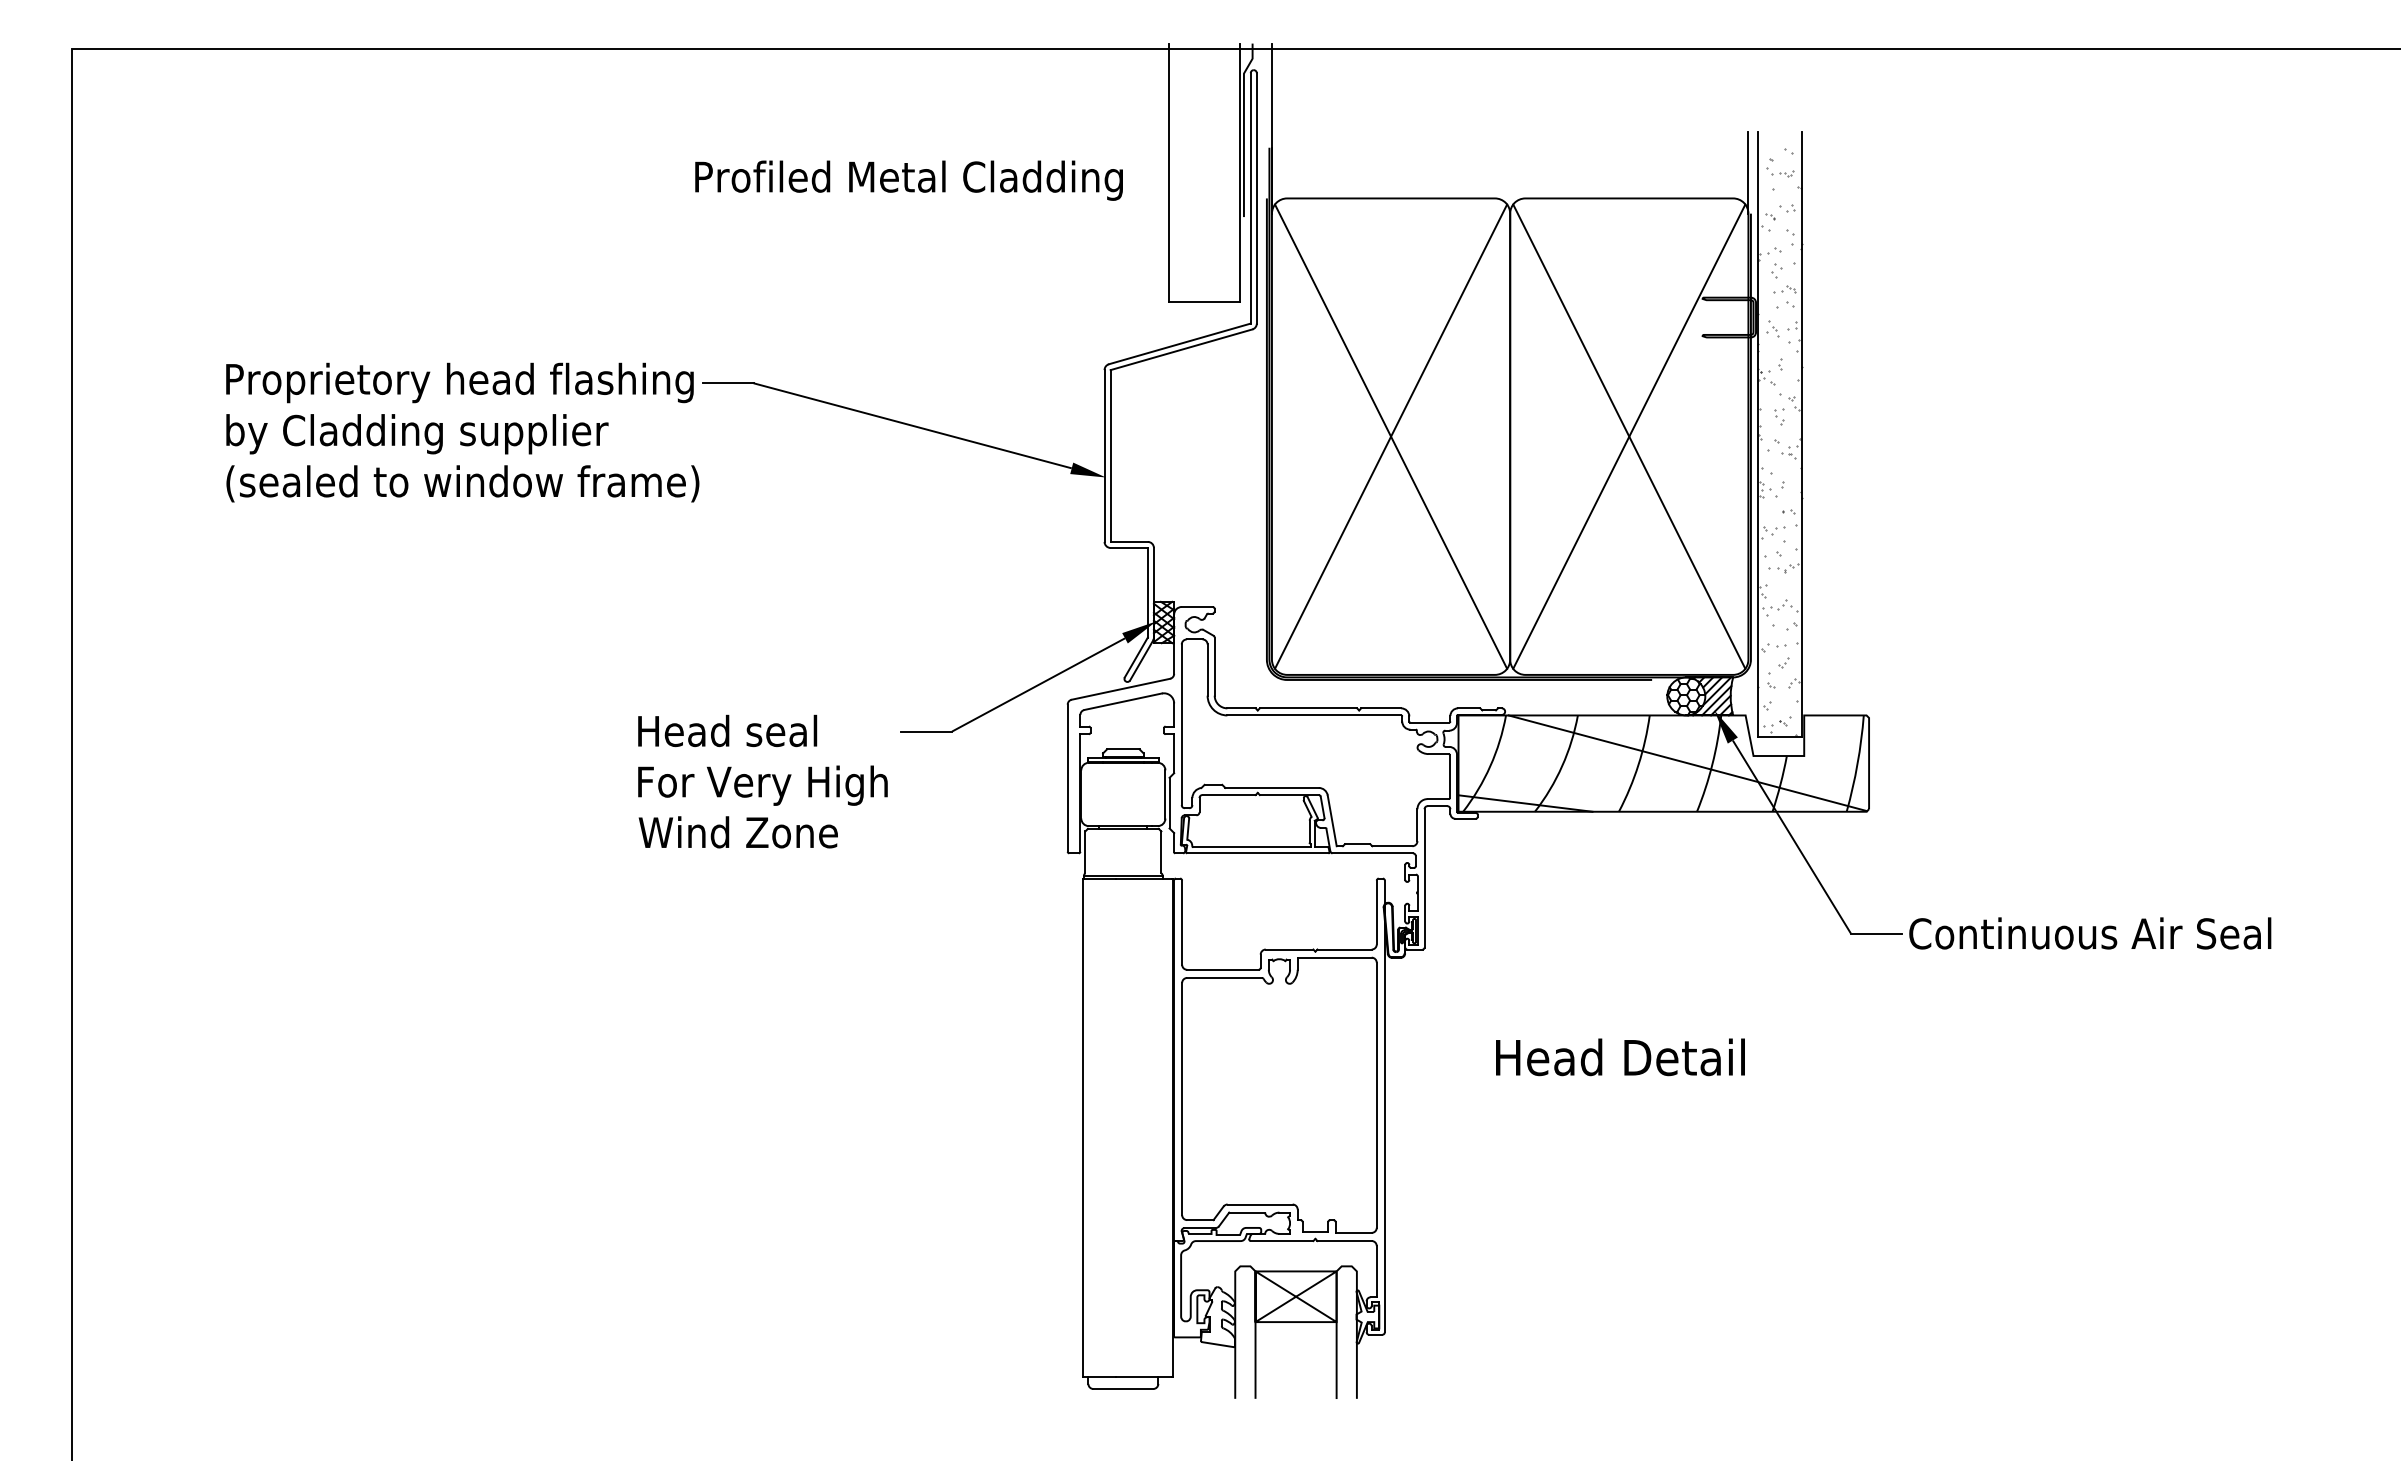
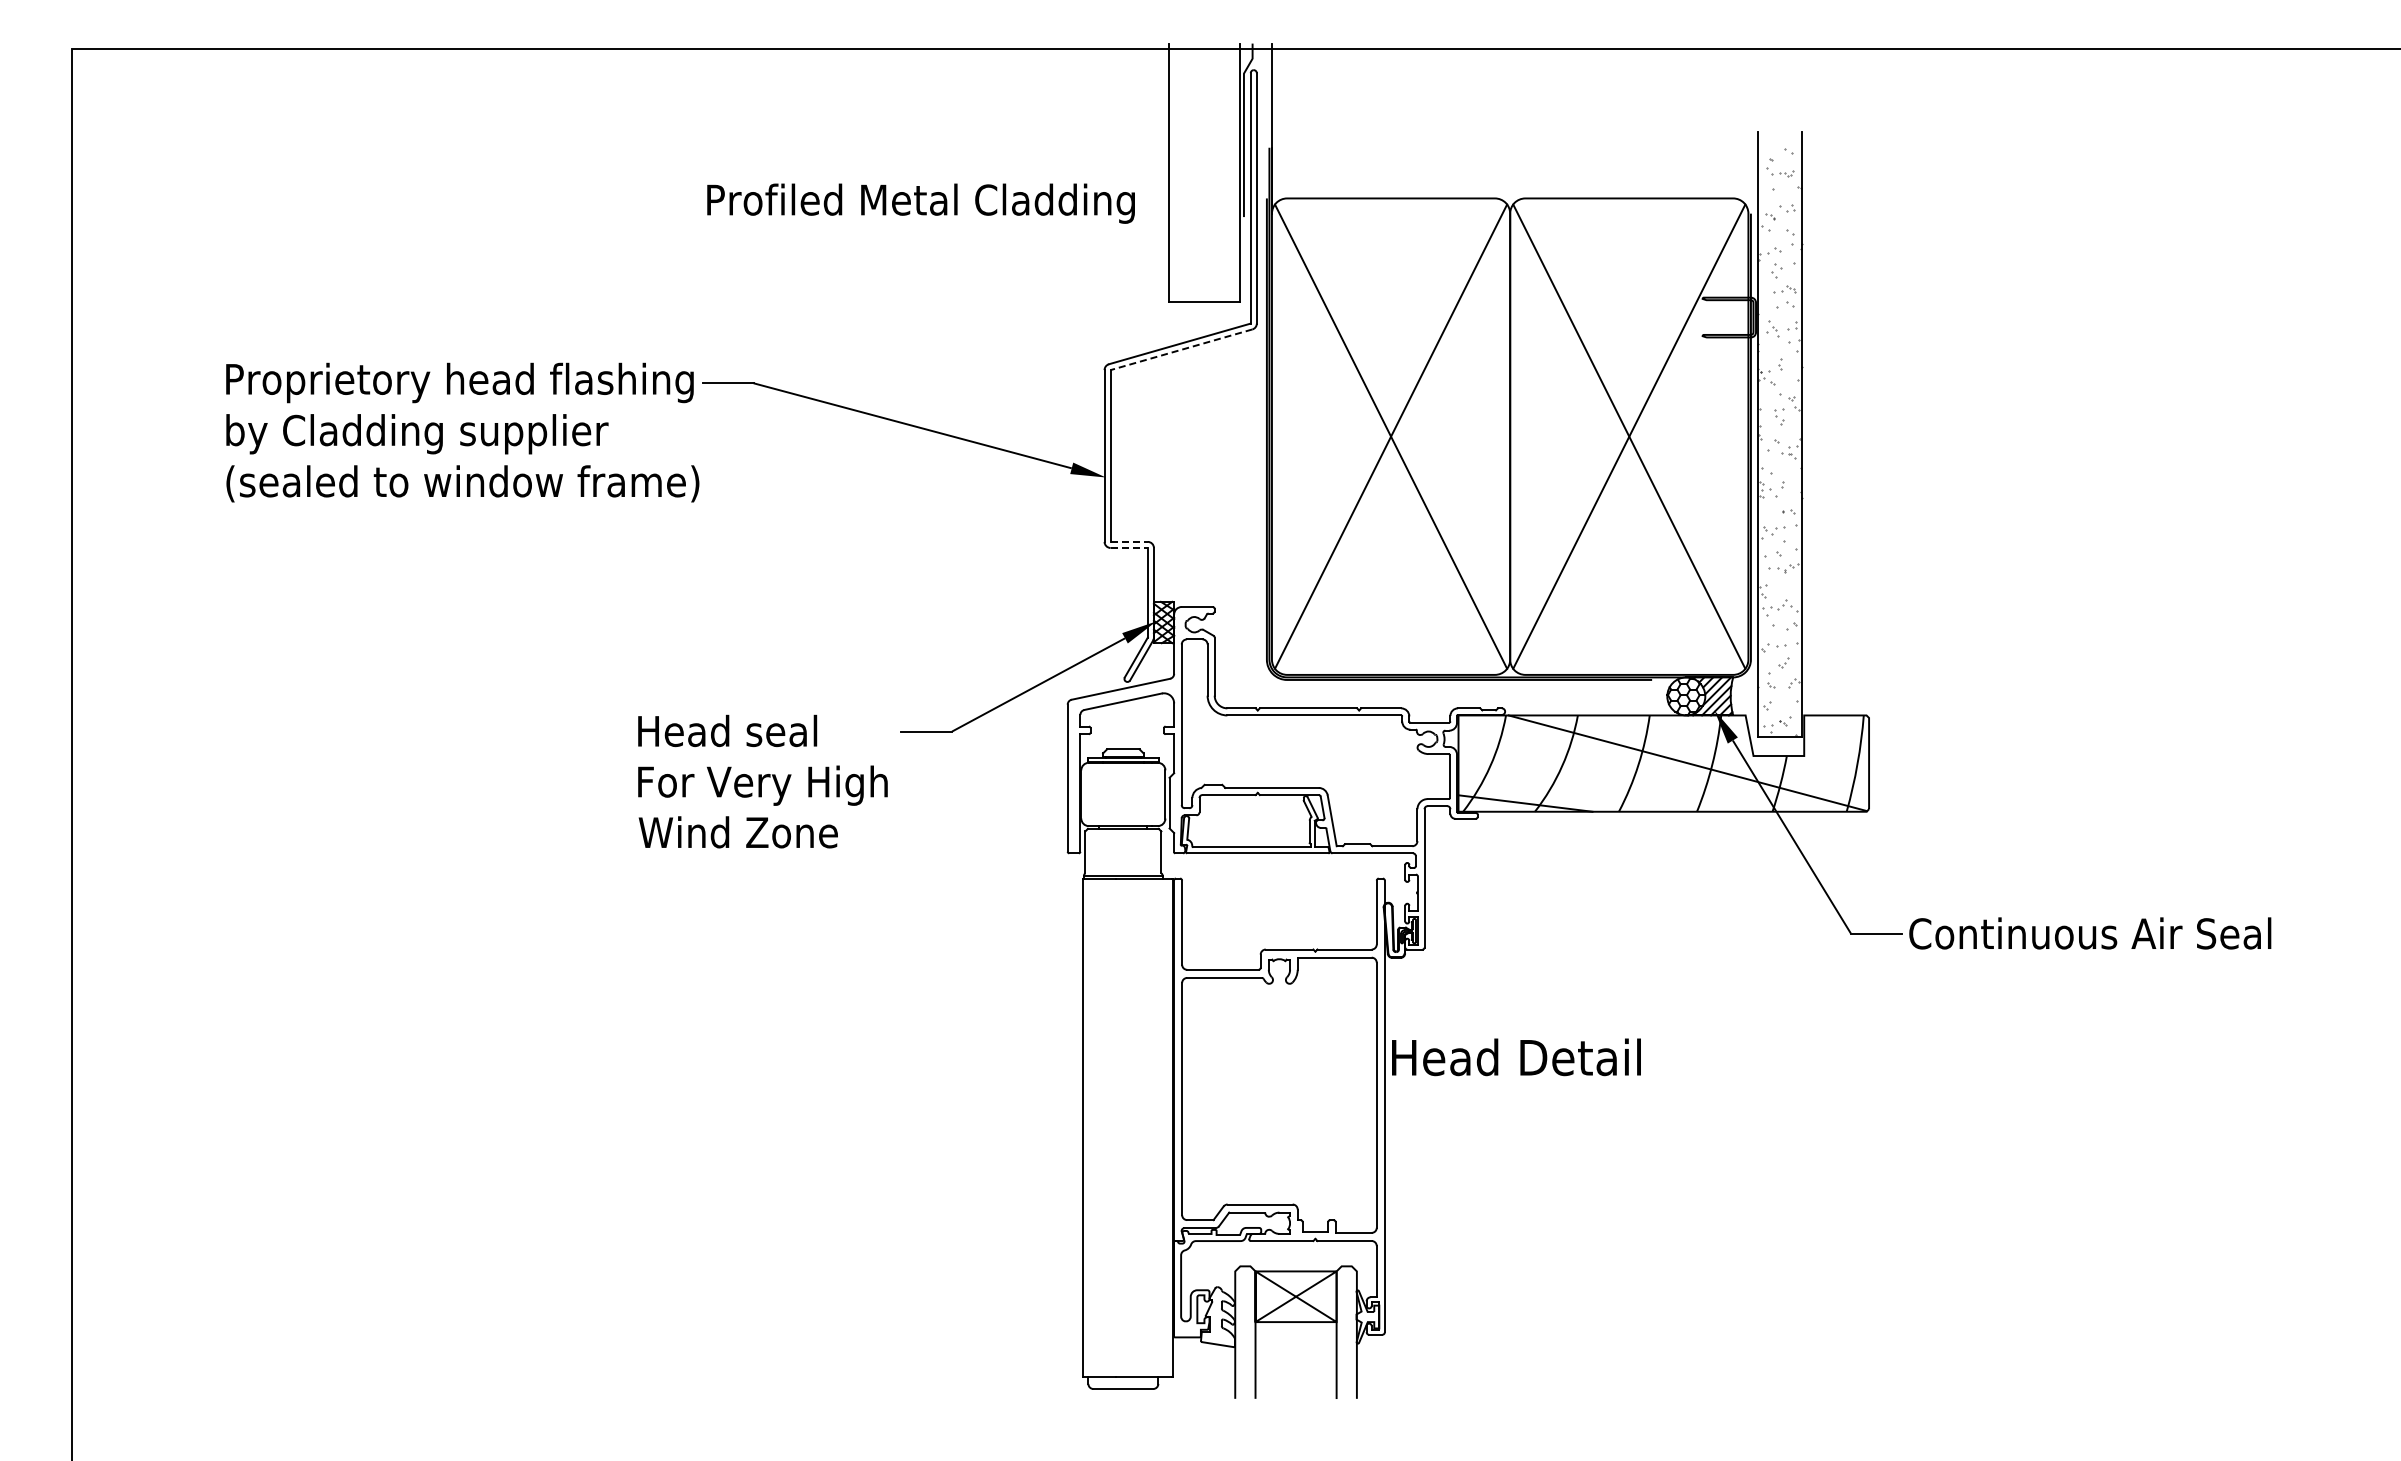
line at (1748, 172): present -> none
text at (908, 180) position: (908, 180) -> (920, 203)
line at (1181, 349): solid -> dashed
line at (1129, 541): solid -> dashed
line at (1129, 547): solid -> dashed
text at (1620, 1057) position: (1620, 1057) -> (1516, 1057)
